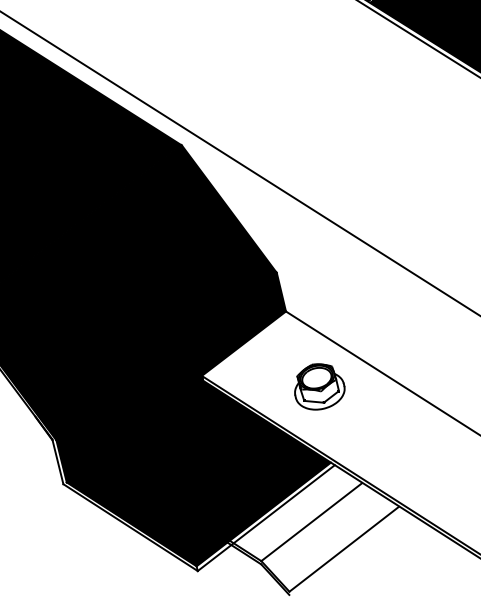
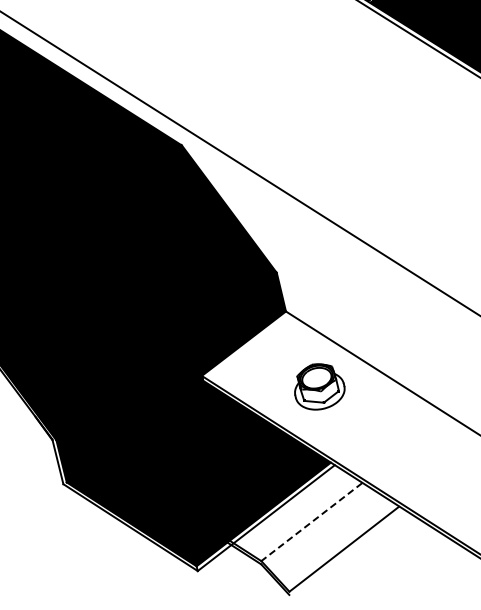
line at (311, 522): solid -> dashed
